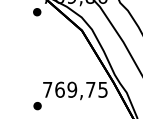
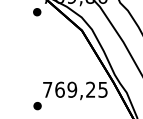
text at (90, 89): 769,75 -> 769,25
